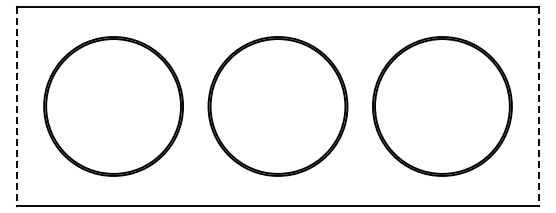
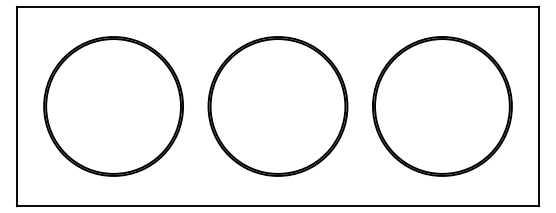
line at (16, 106): dashed -> solid
line at (539, 106): dashed -> solid
